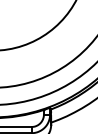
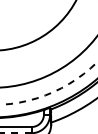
arc at (53, 92): solid -> dashed
line at (15, 133): solid -> dashed
